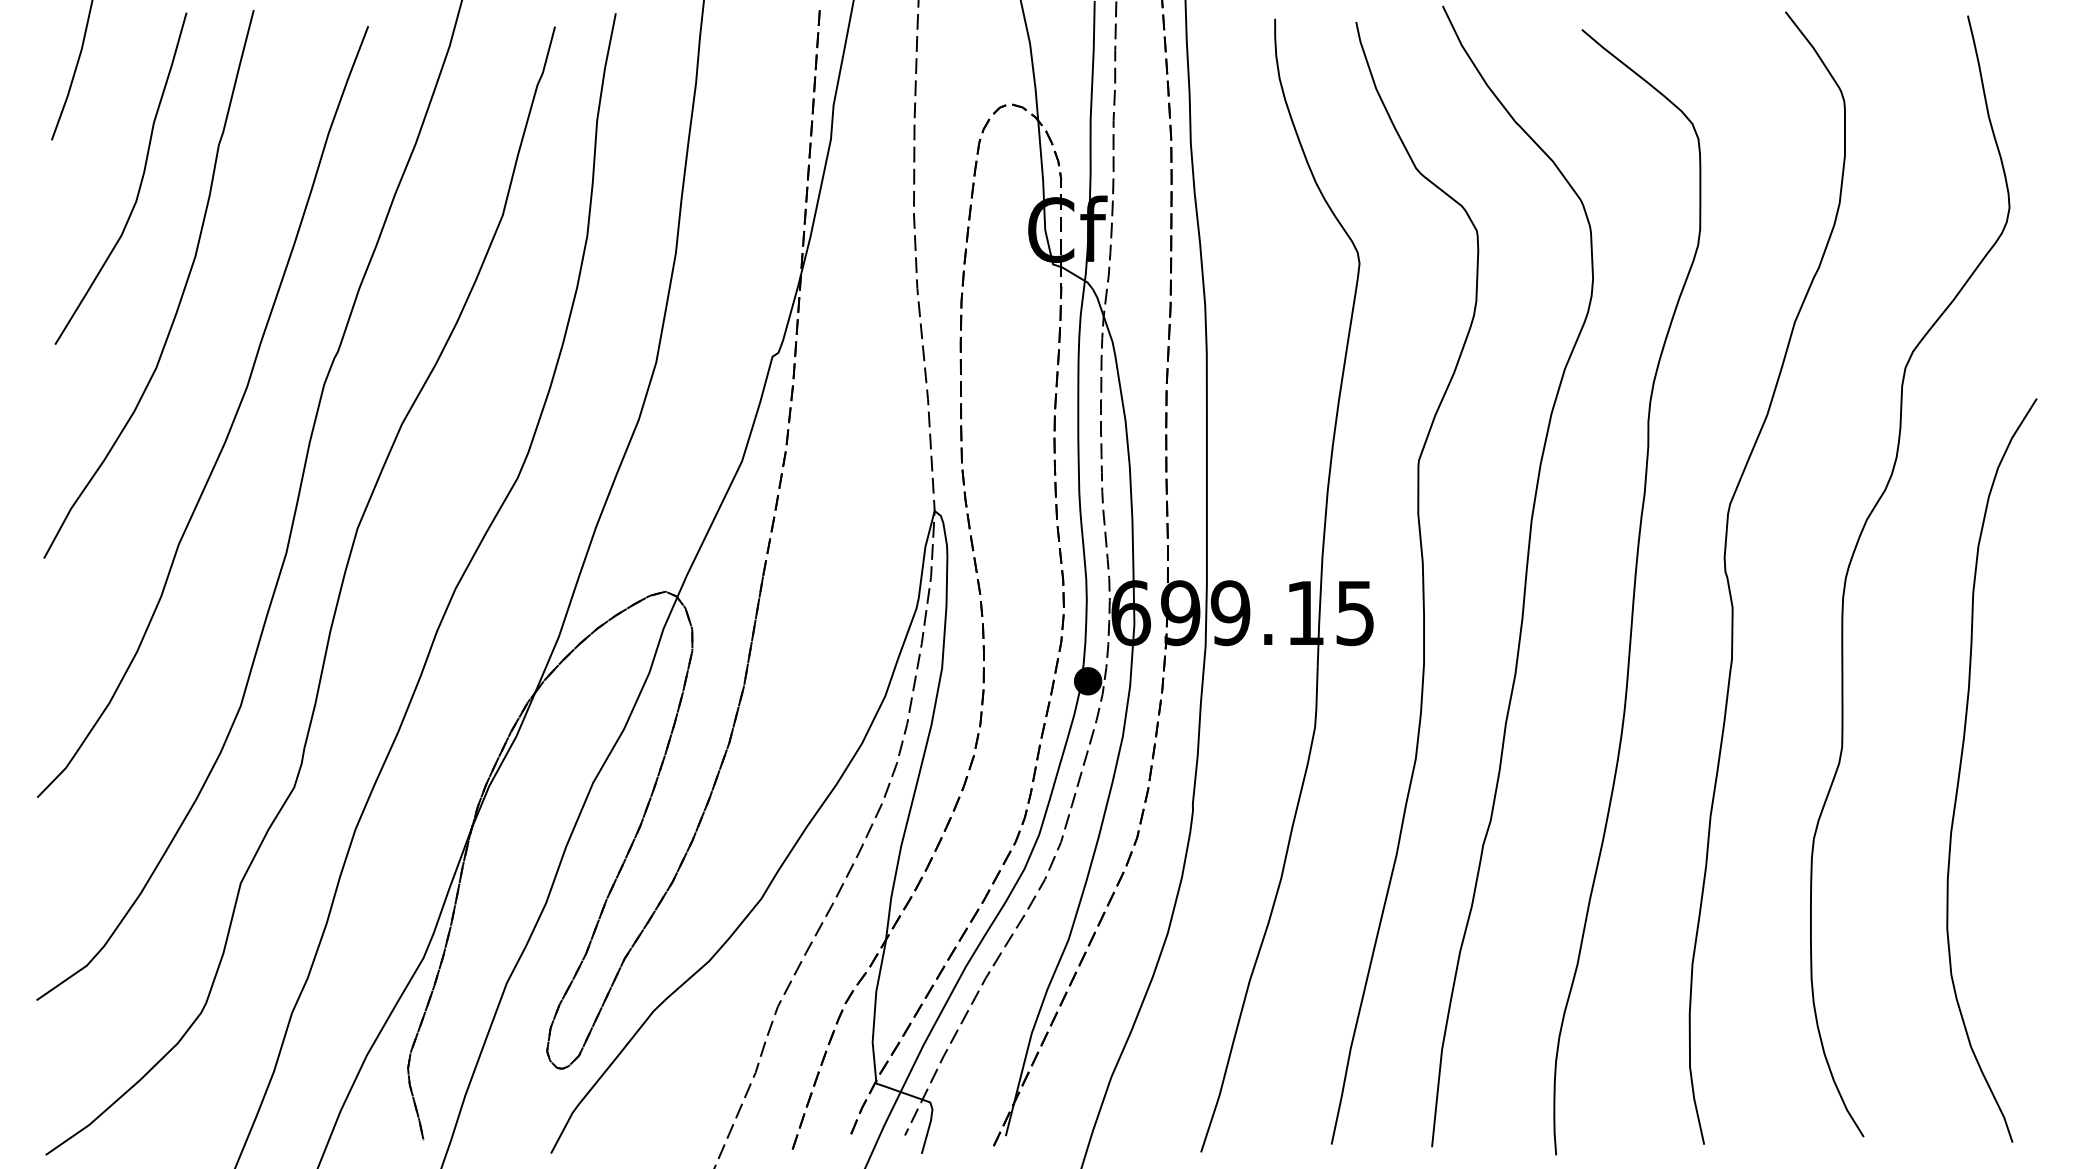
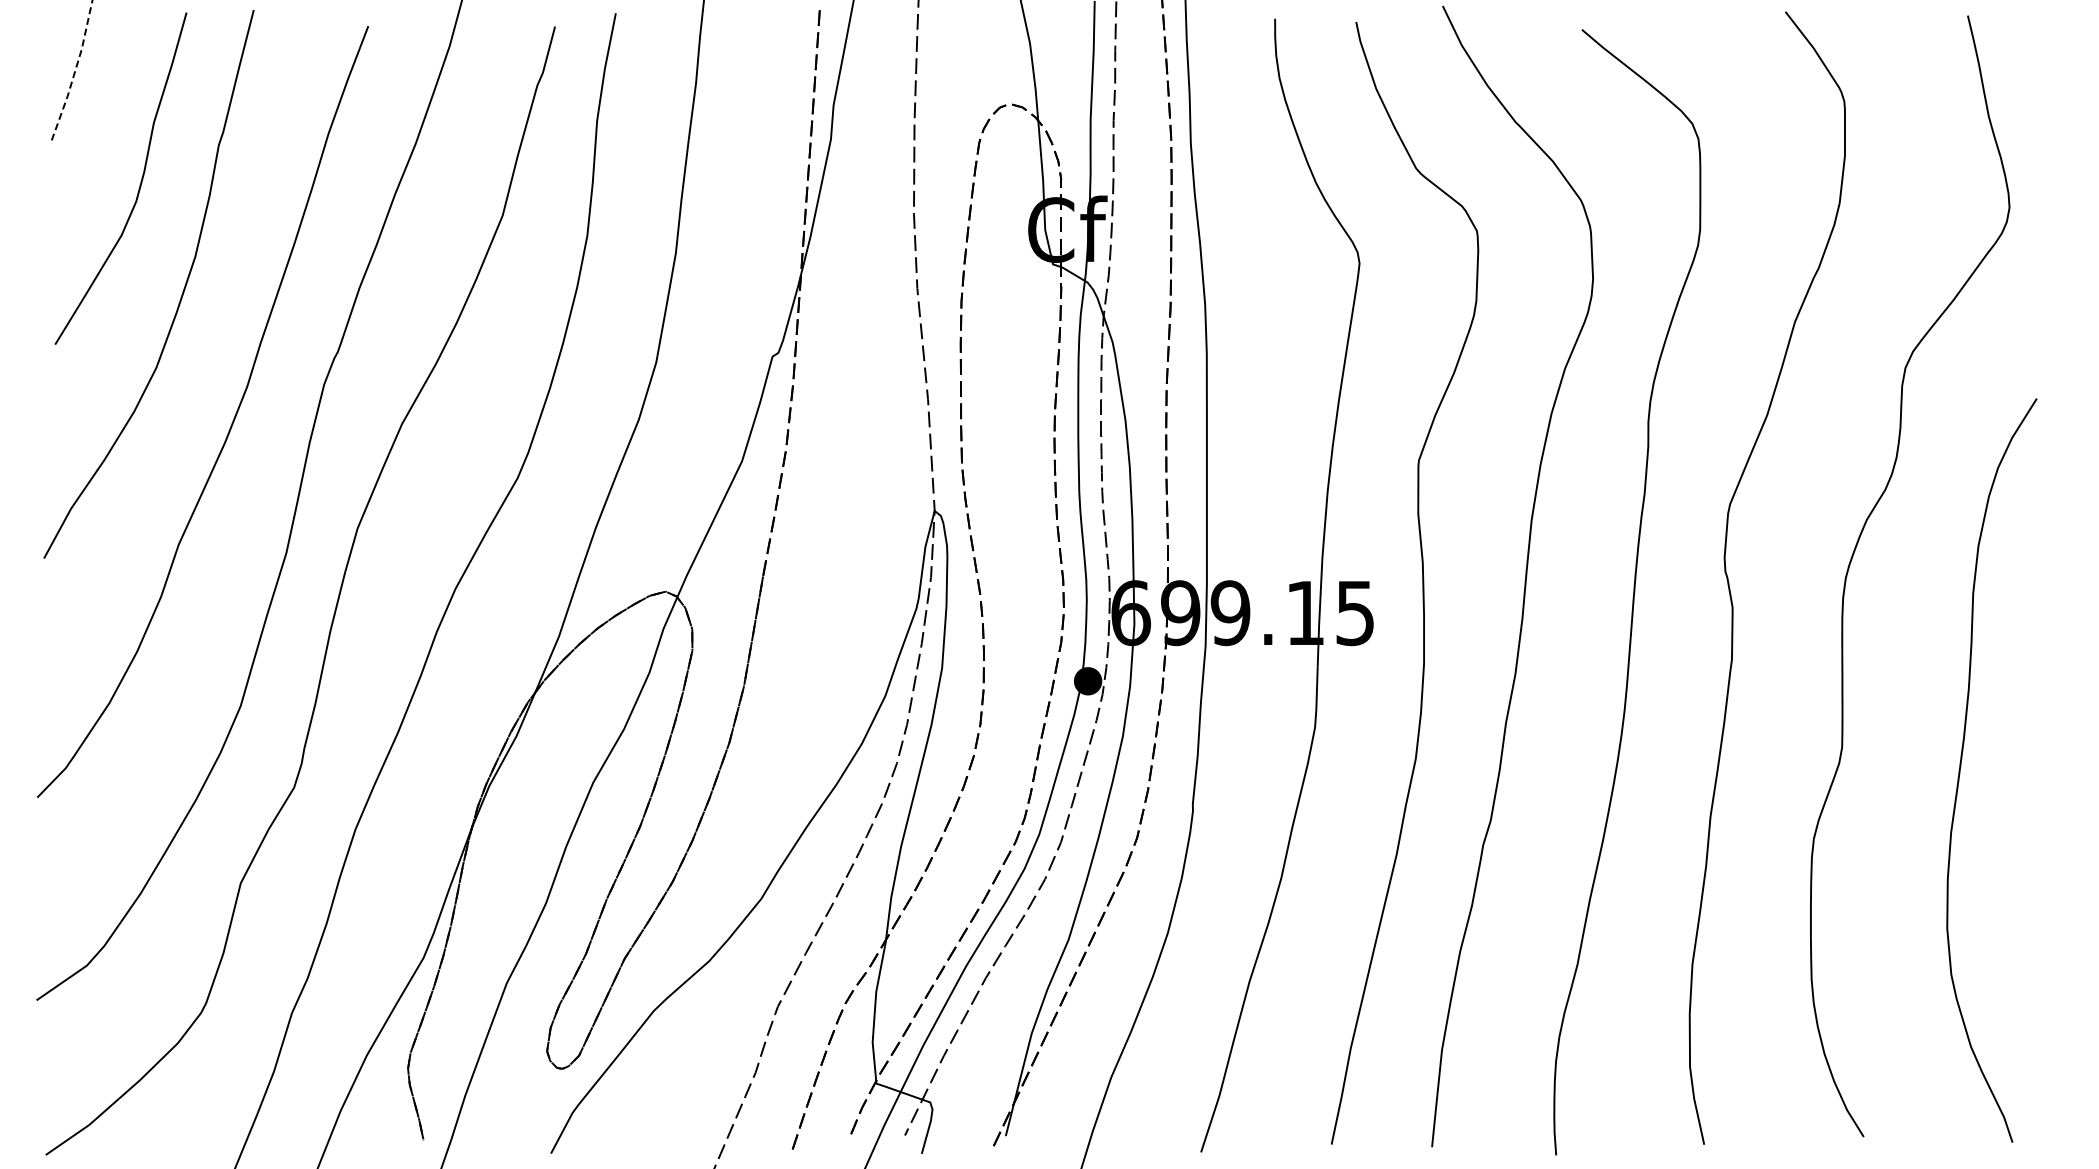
line at (75, 71): solid -> dashed
